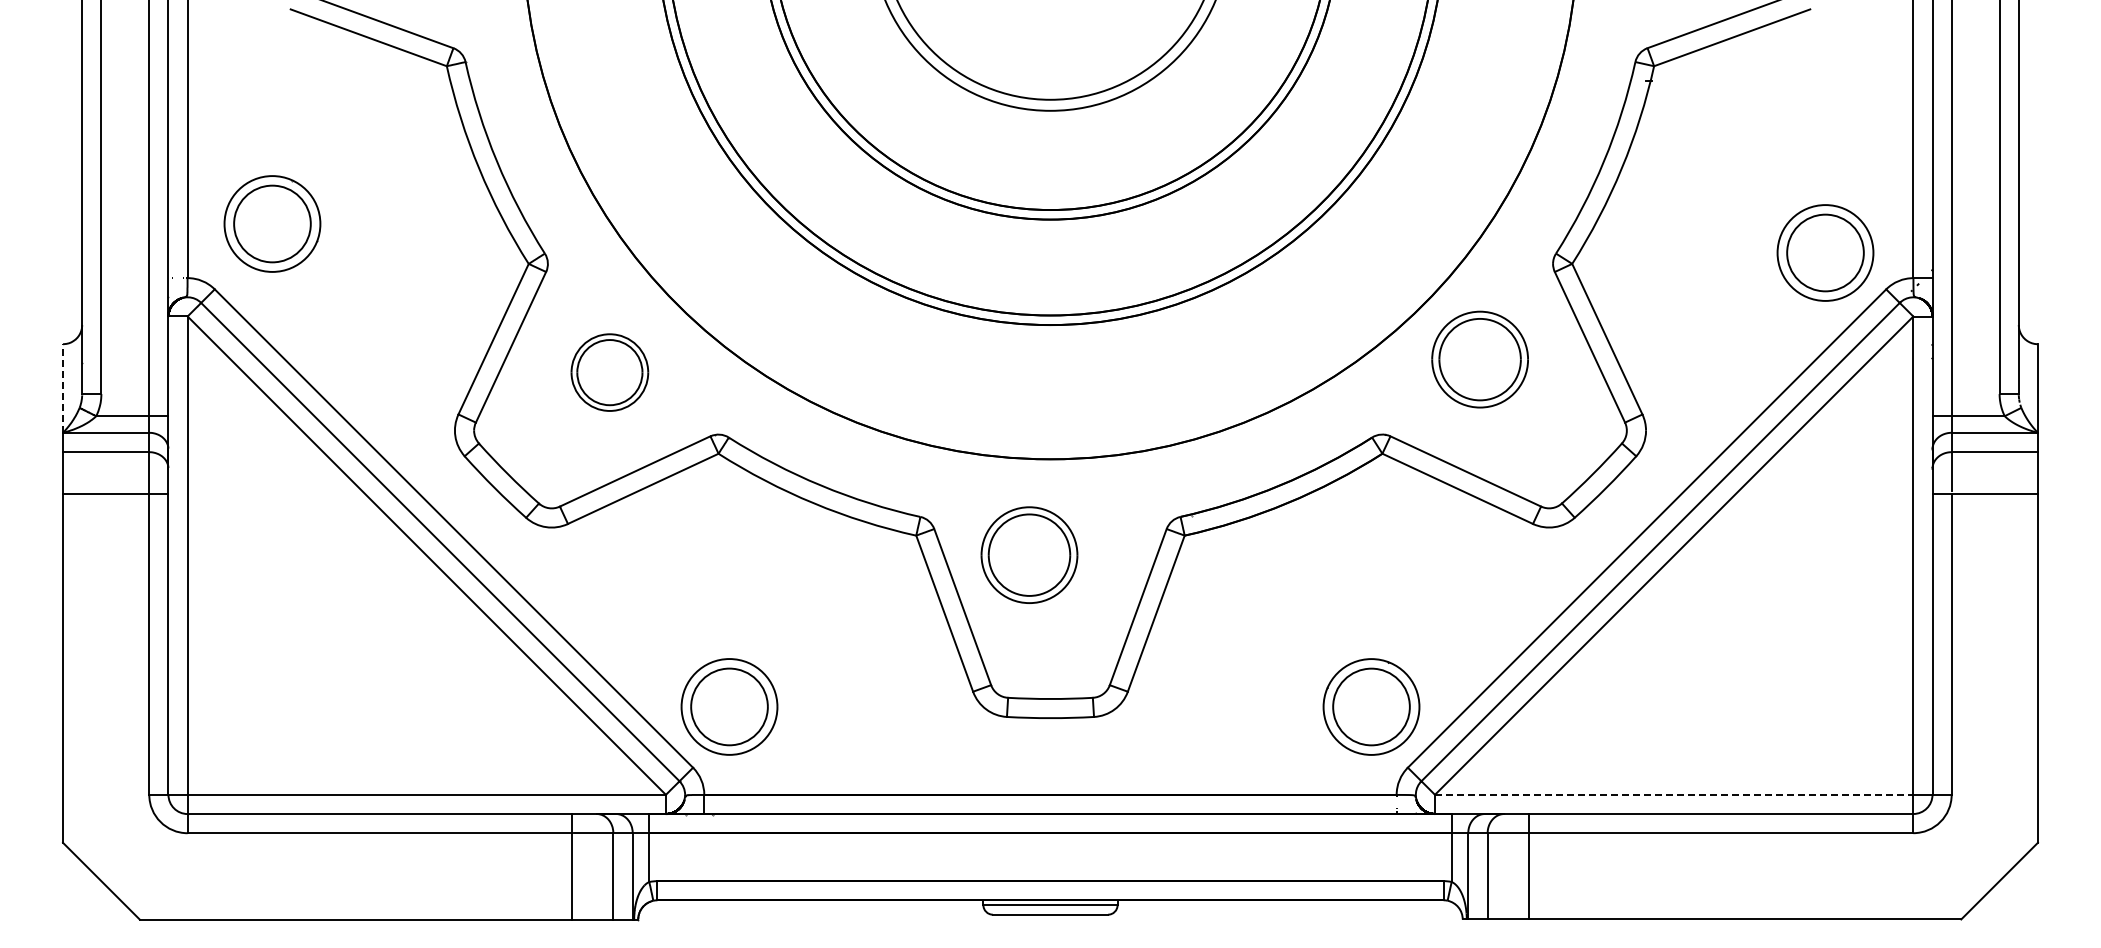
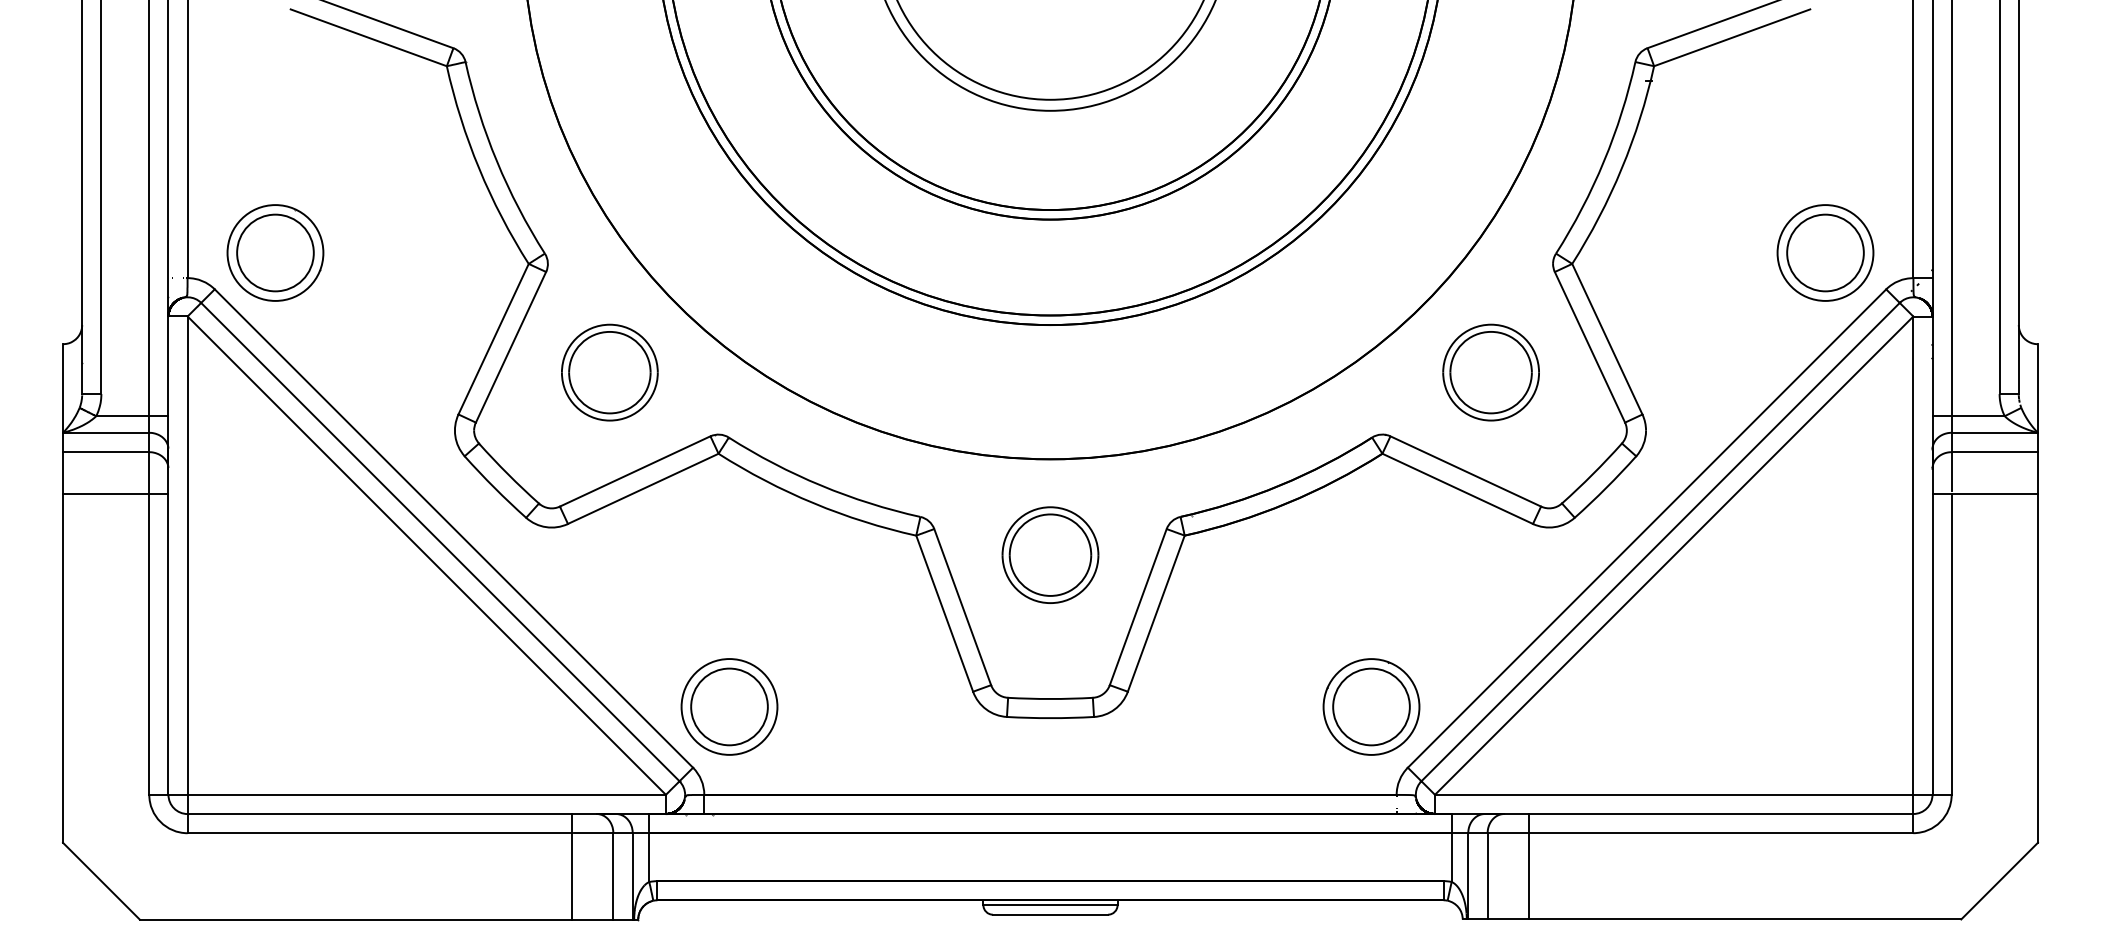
part at (272, 223) position: (272, 223) -> (275, 252)
part at (1479, 359) position: (1479, 359) -> (1490, 372)
part at (609, 372) size: 80x79 px -> 98x99 px
line at (63, 388): dashed -> solid
part at (1029, 554) position: (1029, 554) -> (1050, 554)
line at (1674, 794): dashed -> solid
